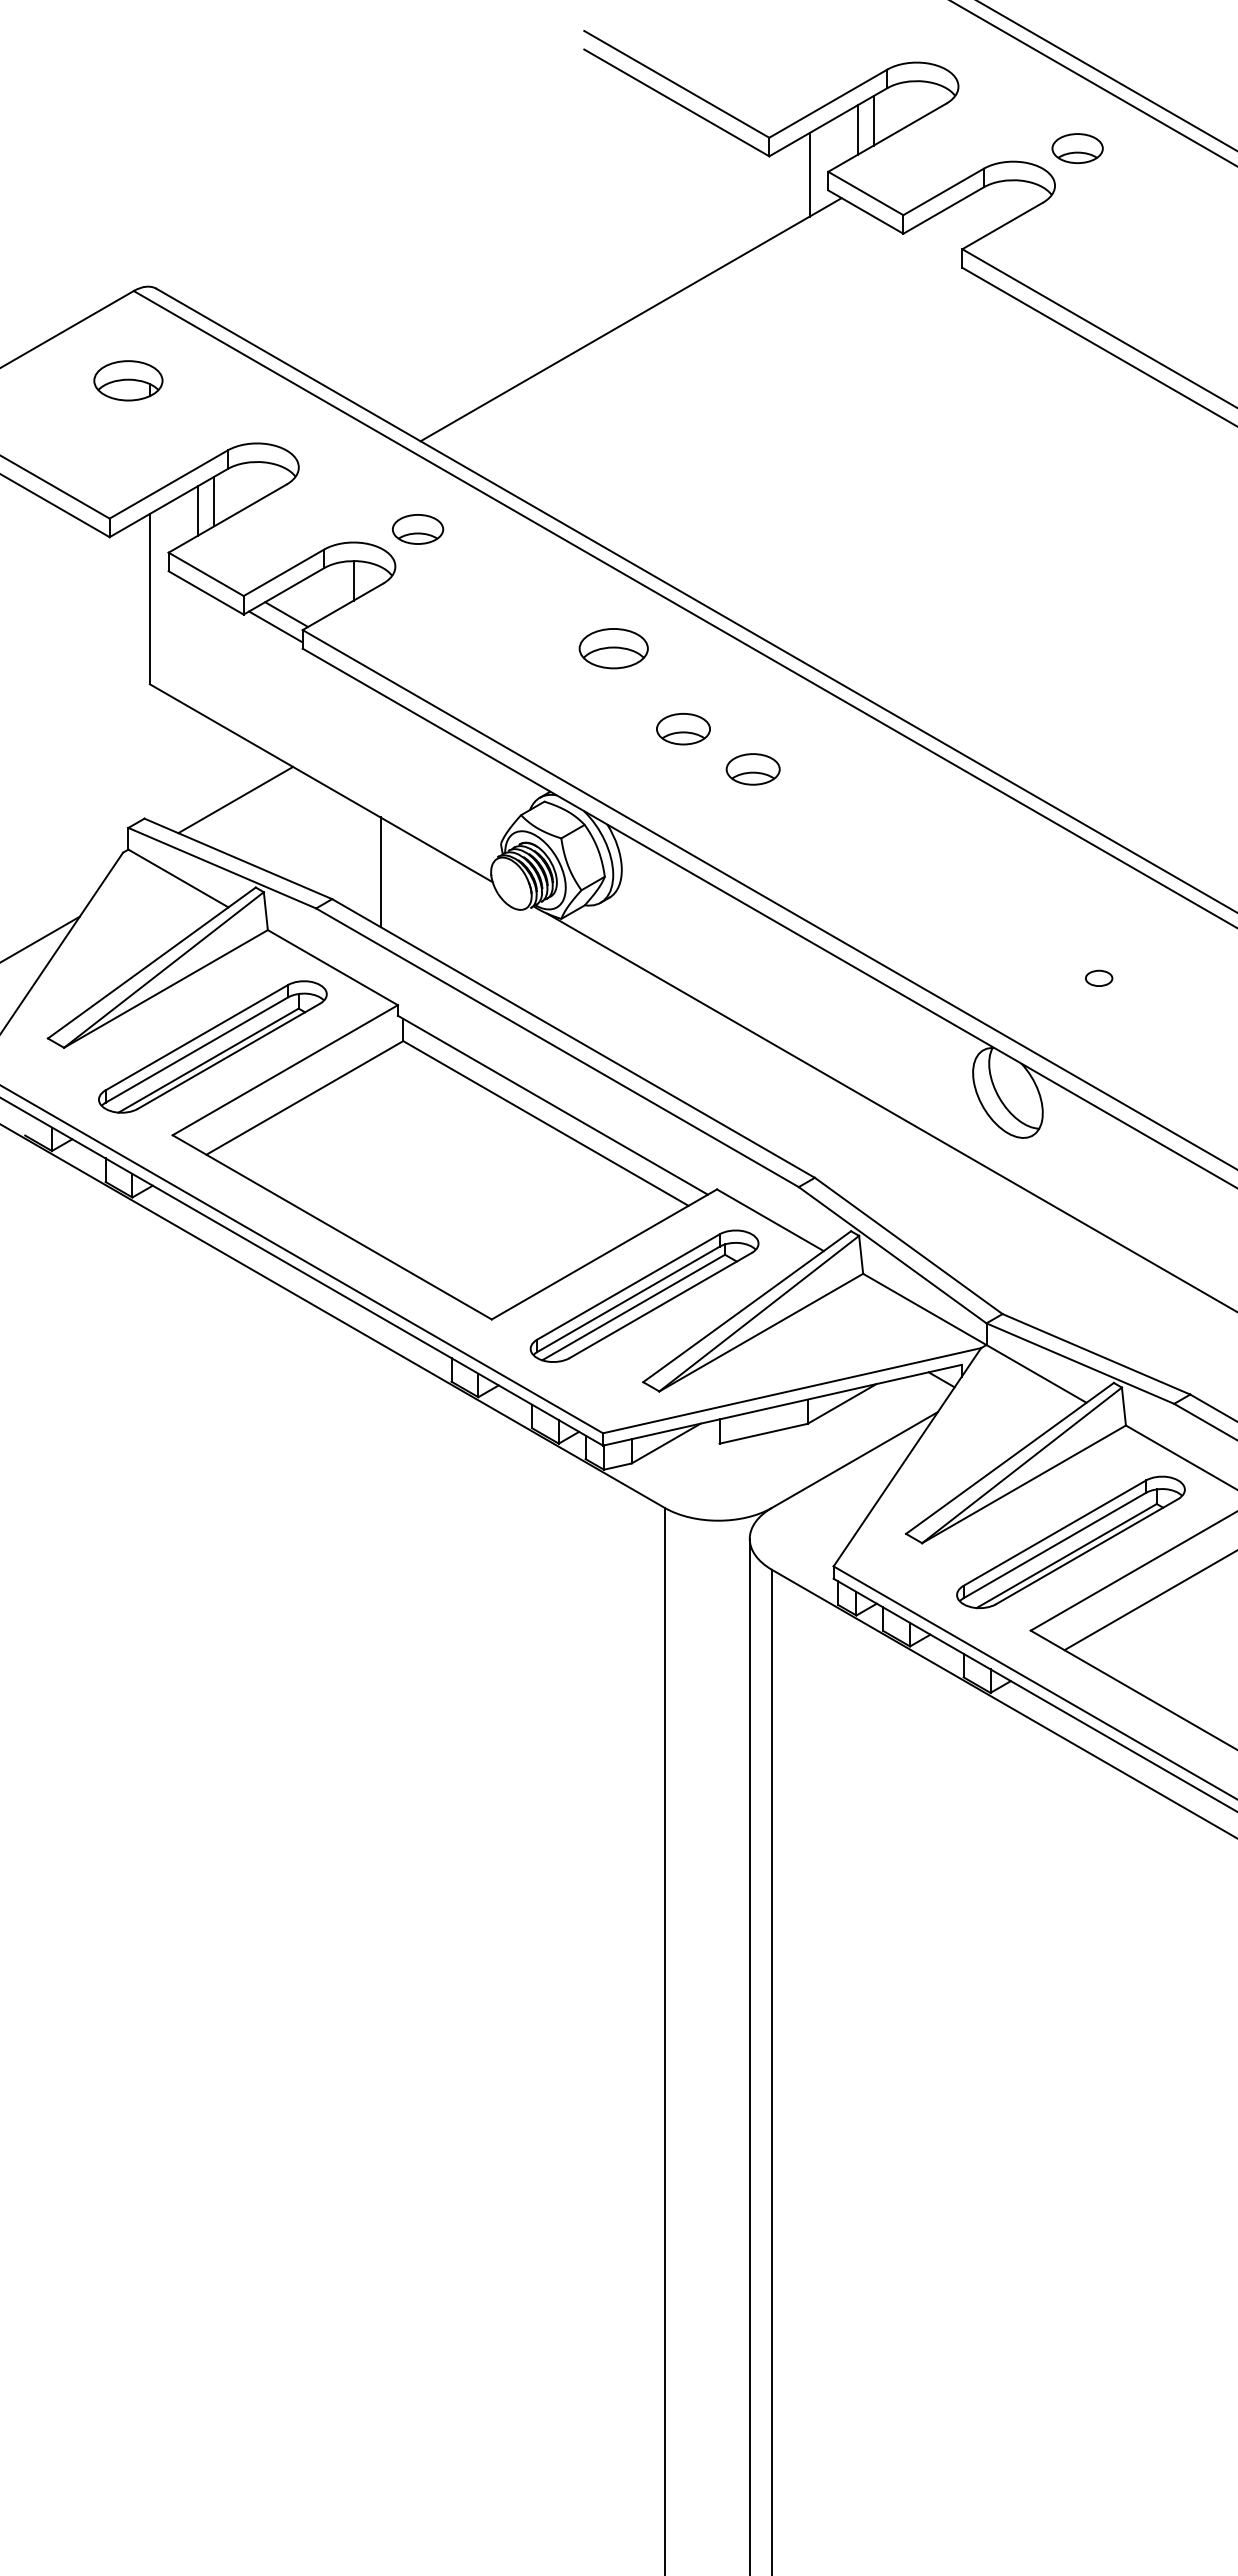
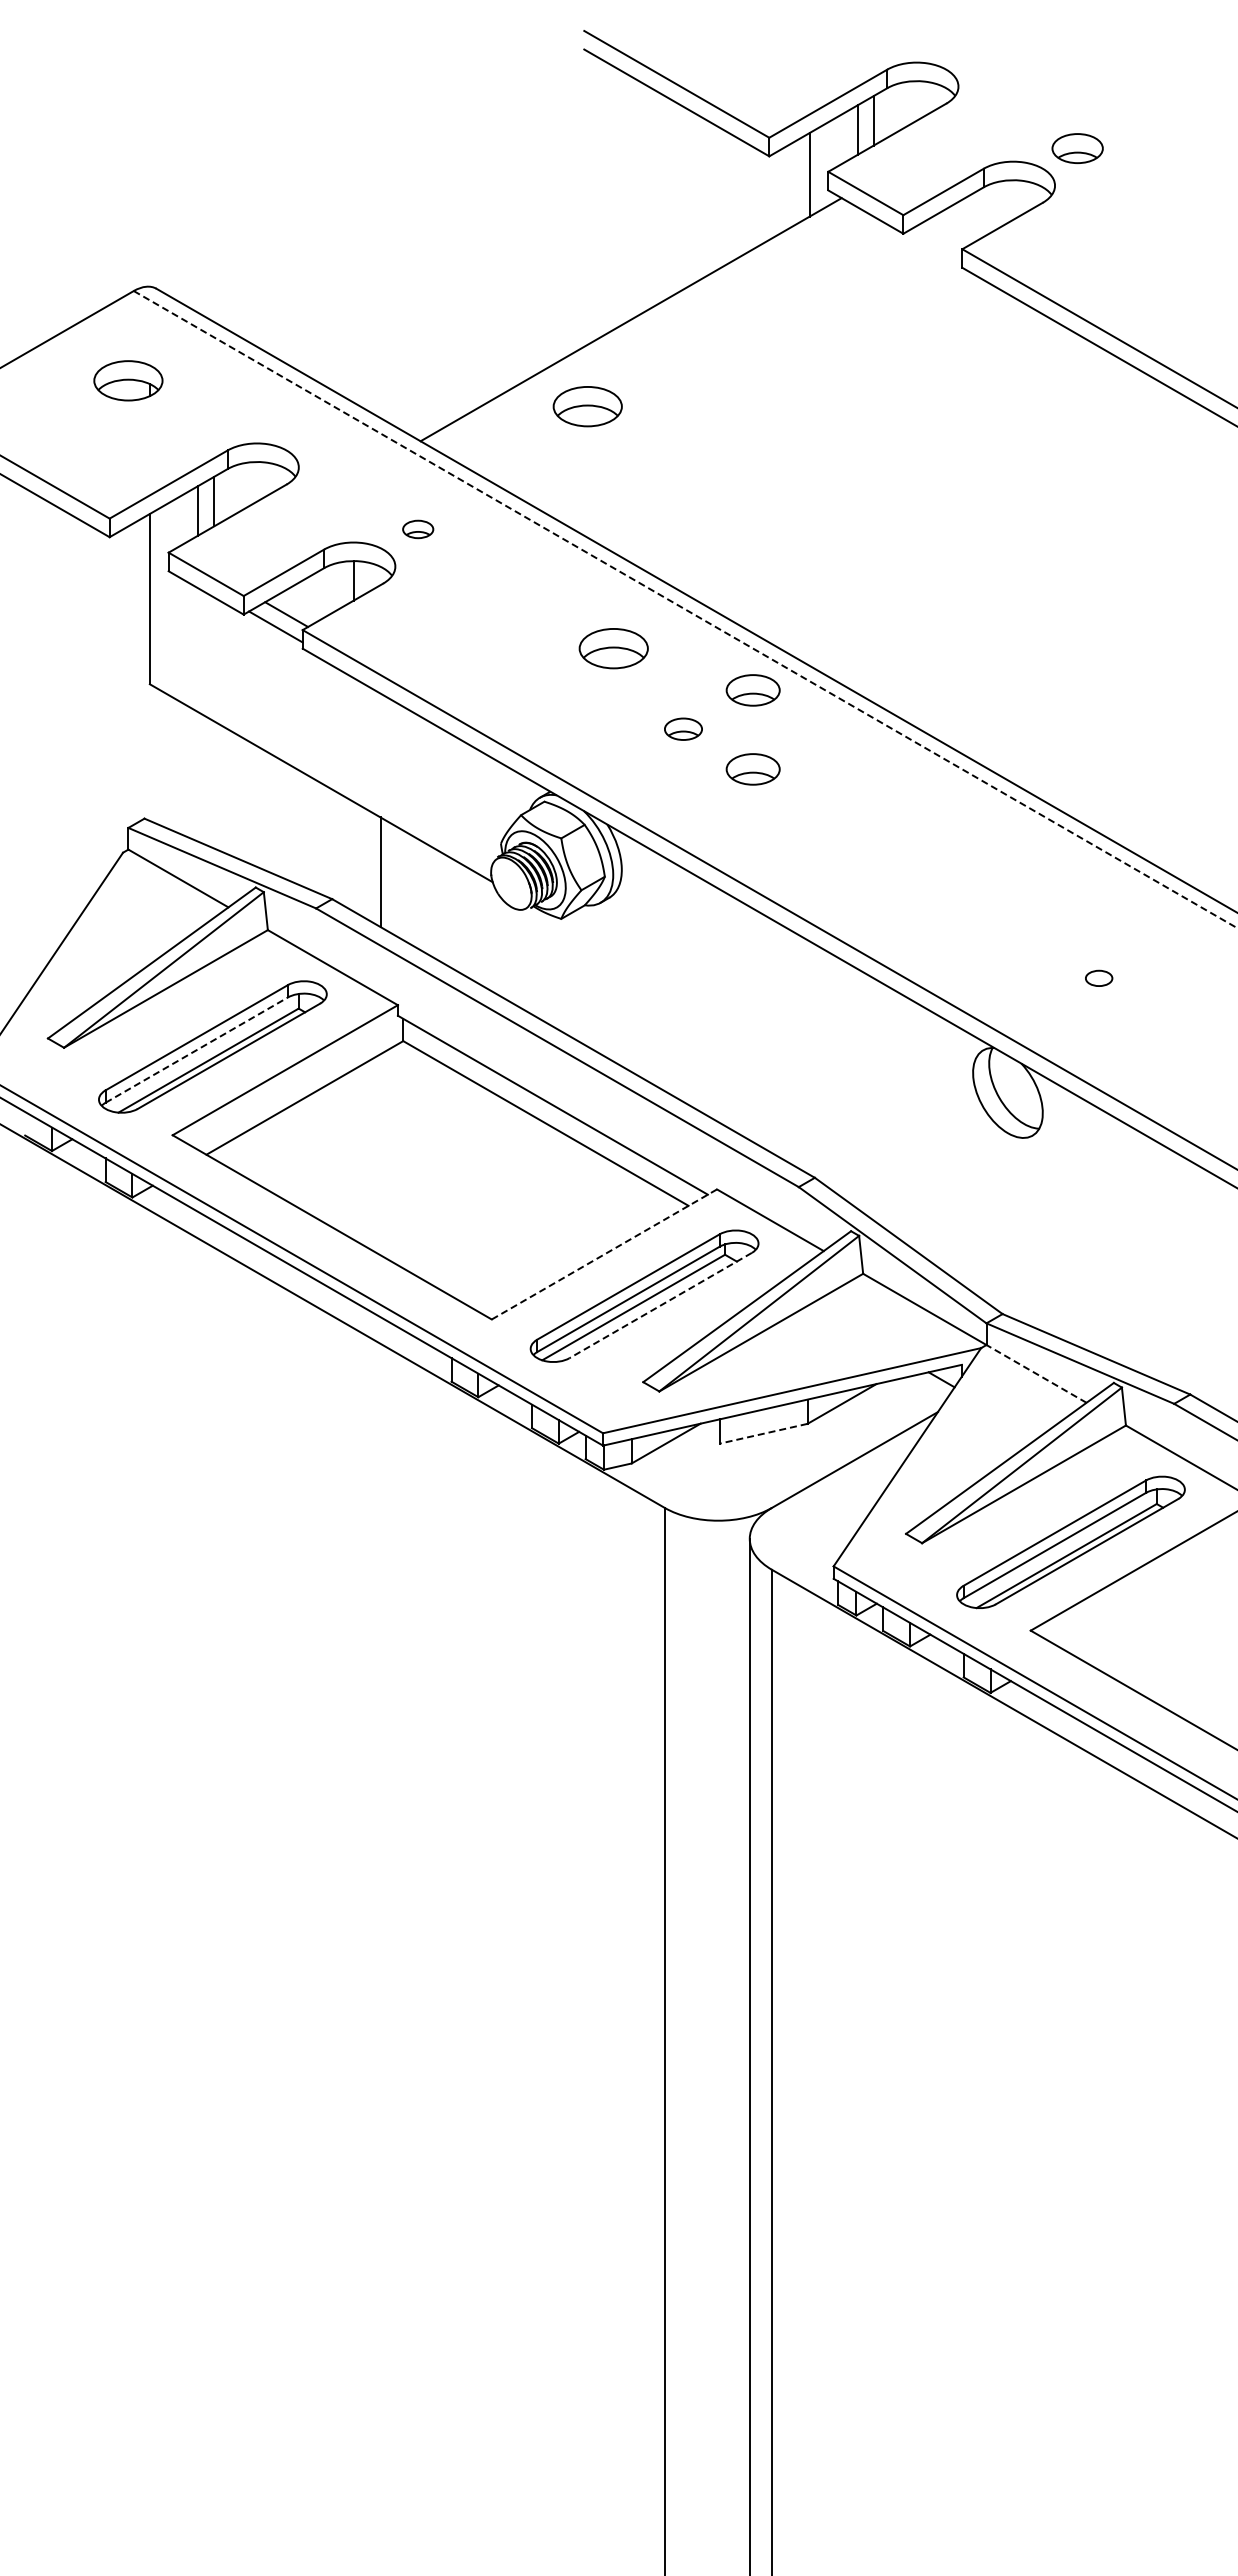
line at (1106, 75): present -> none
line at (1093, 83): present -> none
part at (587, 406): none -> present
part at (418, 529) size: 53x31 px -> 33x21 px
line at (686, 609): solid -> dashed
part at (752, 690): none -> present
part at (683, 729) size: 55x33 px -> 39x24 px
line at (235, 799): present -> none
line at (40, 938): present -> none
line at (197, 1049): solid -> dashed
line at (890, 1111): present -> none
line at (603, 1254): solid -> dashed
line at (660, 1305): solid -> dashed
line at (1036, 1373): solid -> dashed
line at (763, 1433): solid -> dashed
line at (1149, 1601): present -> none
